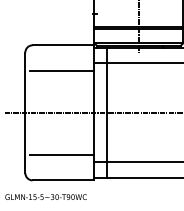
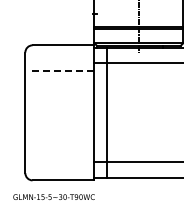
line at (62, 71): solid -> dashed
line at (92, 112): present -> none
line at (61, 154): present -> none
text at (45, 196) position: (45, 196) -> (53, 196)
